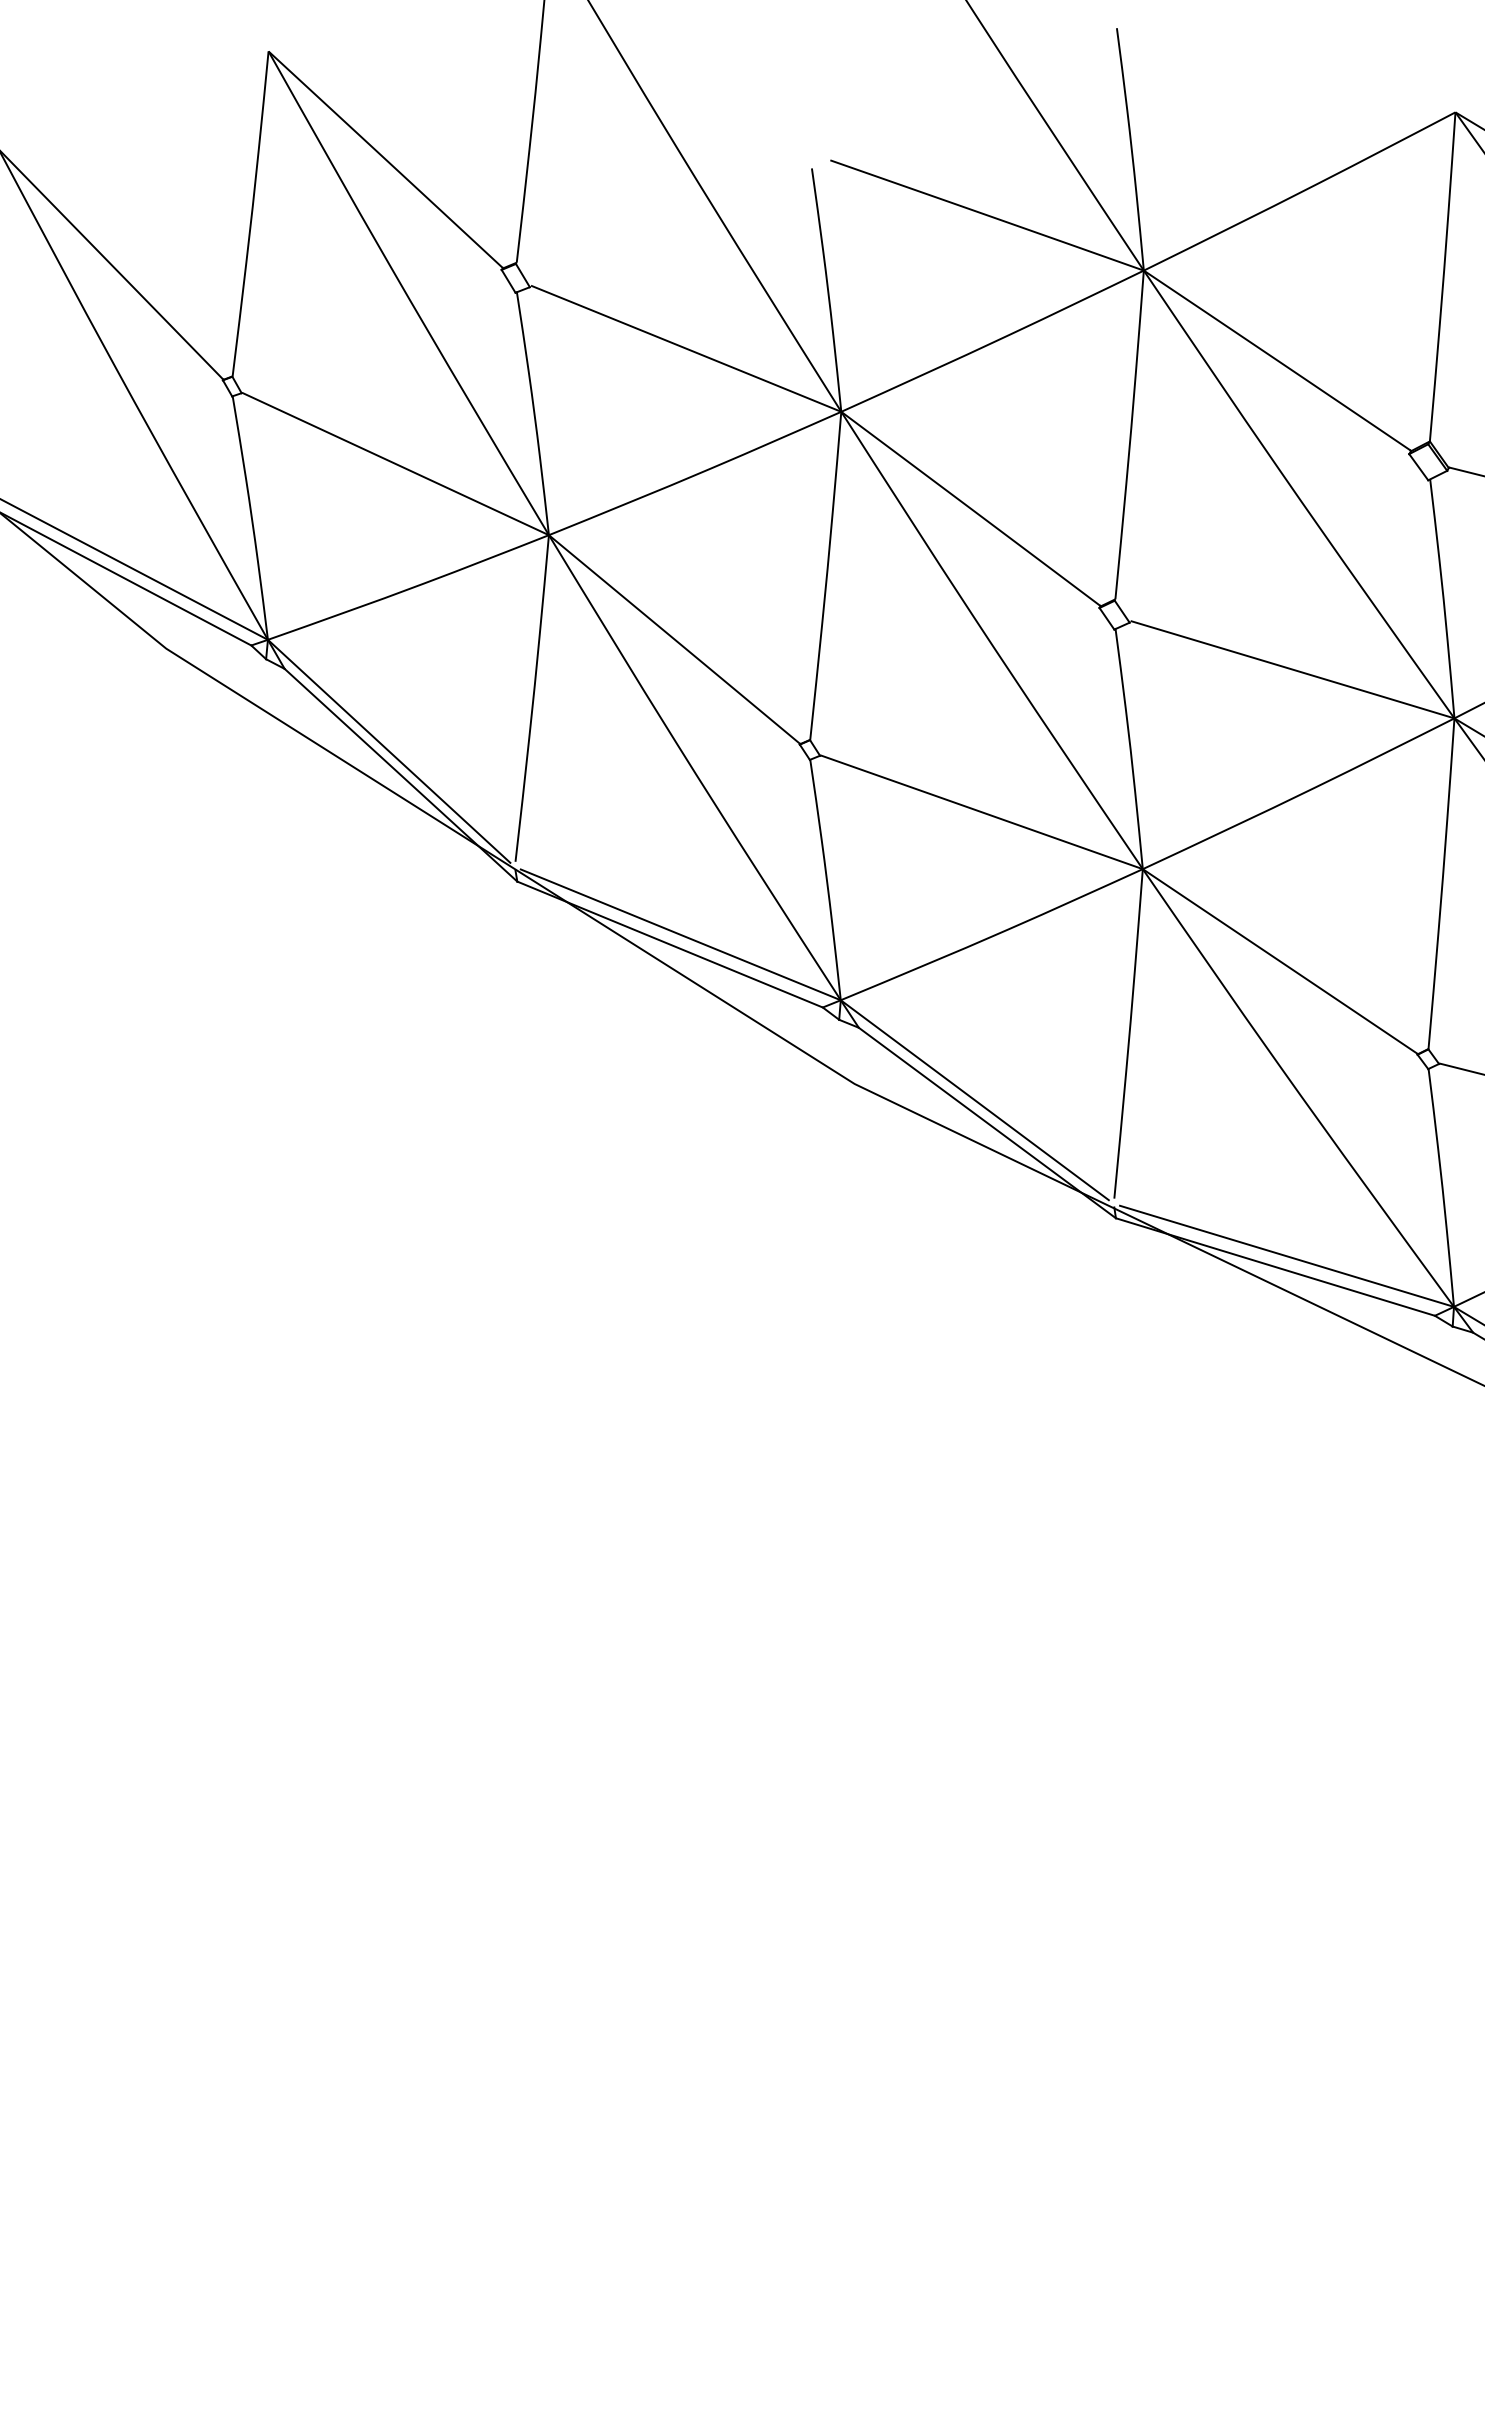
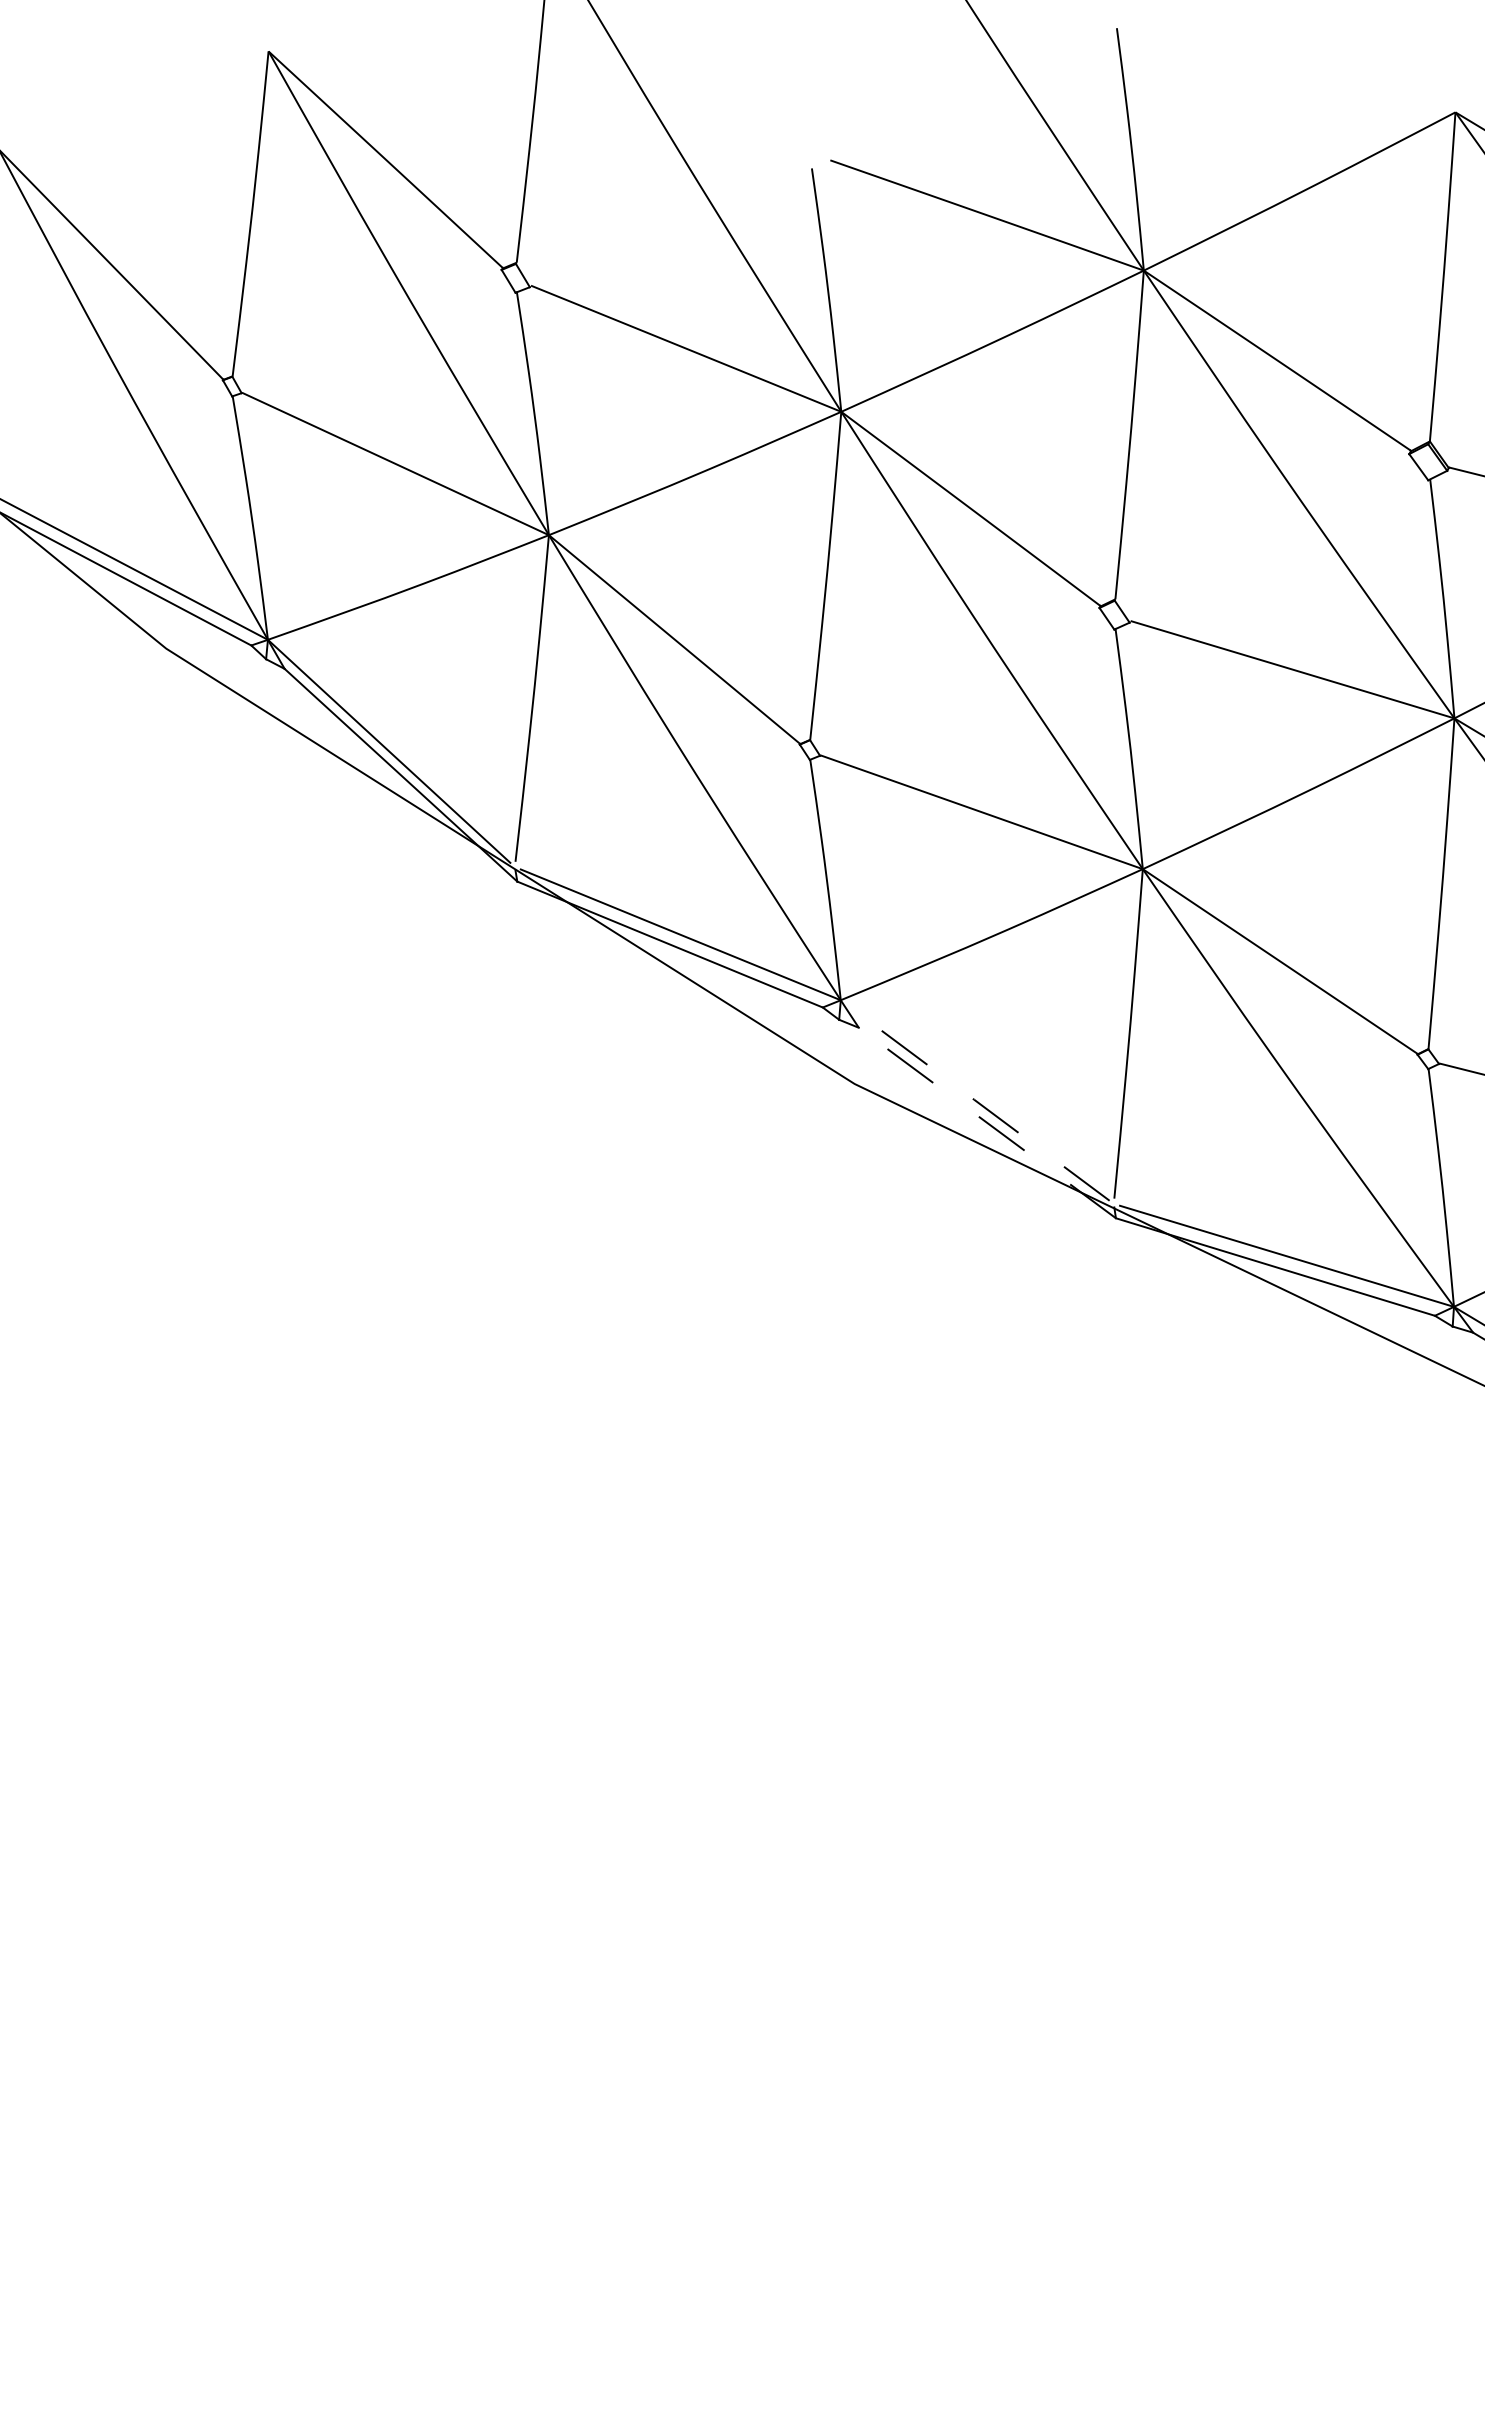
line at (975, 1100): solid -> dashed
line at (987, 1123): solid -> dashed
